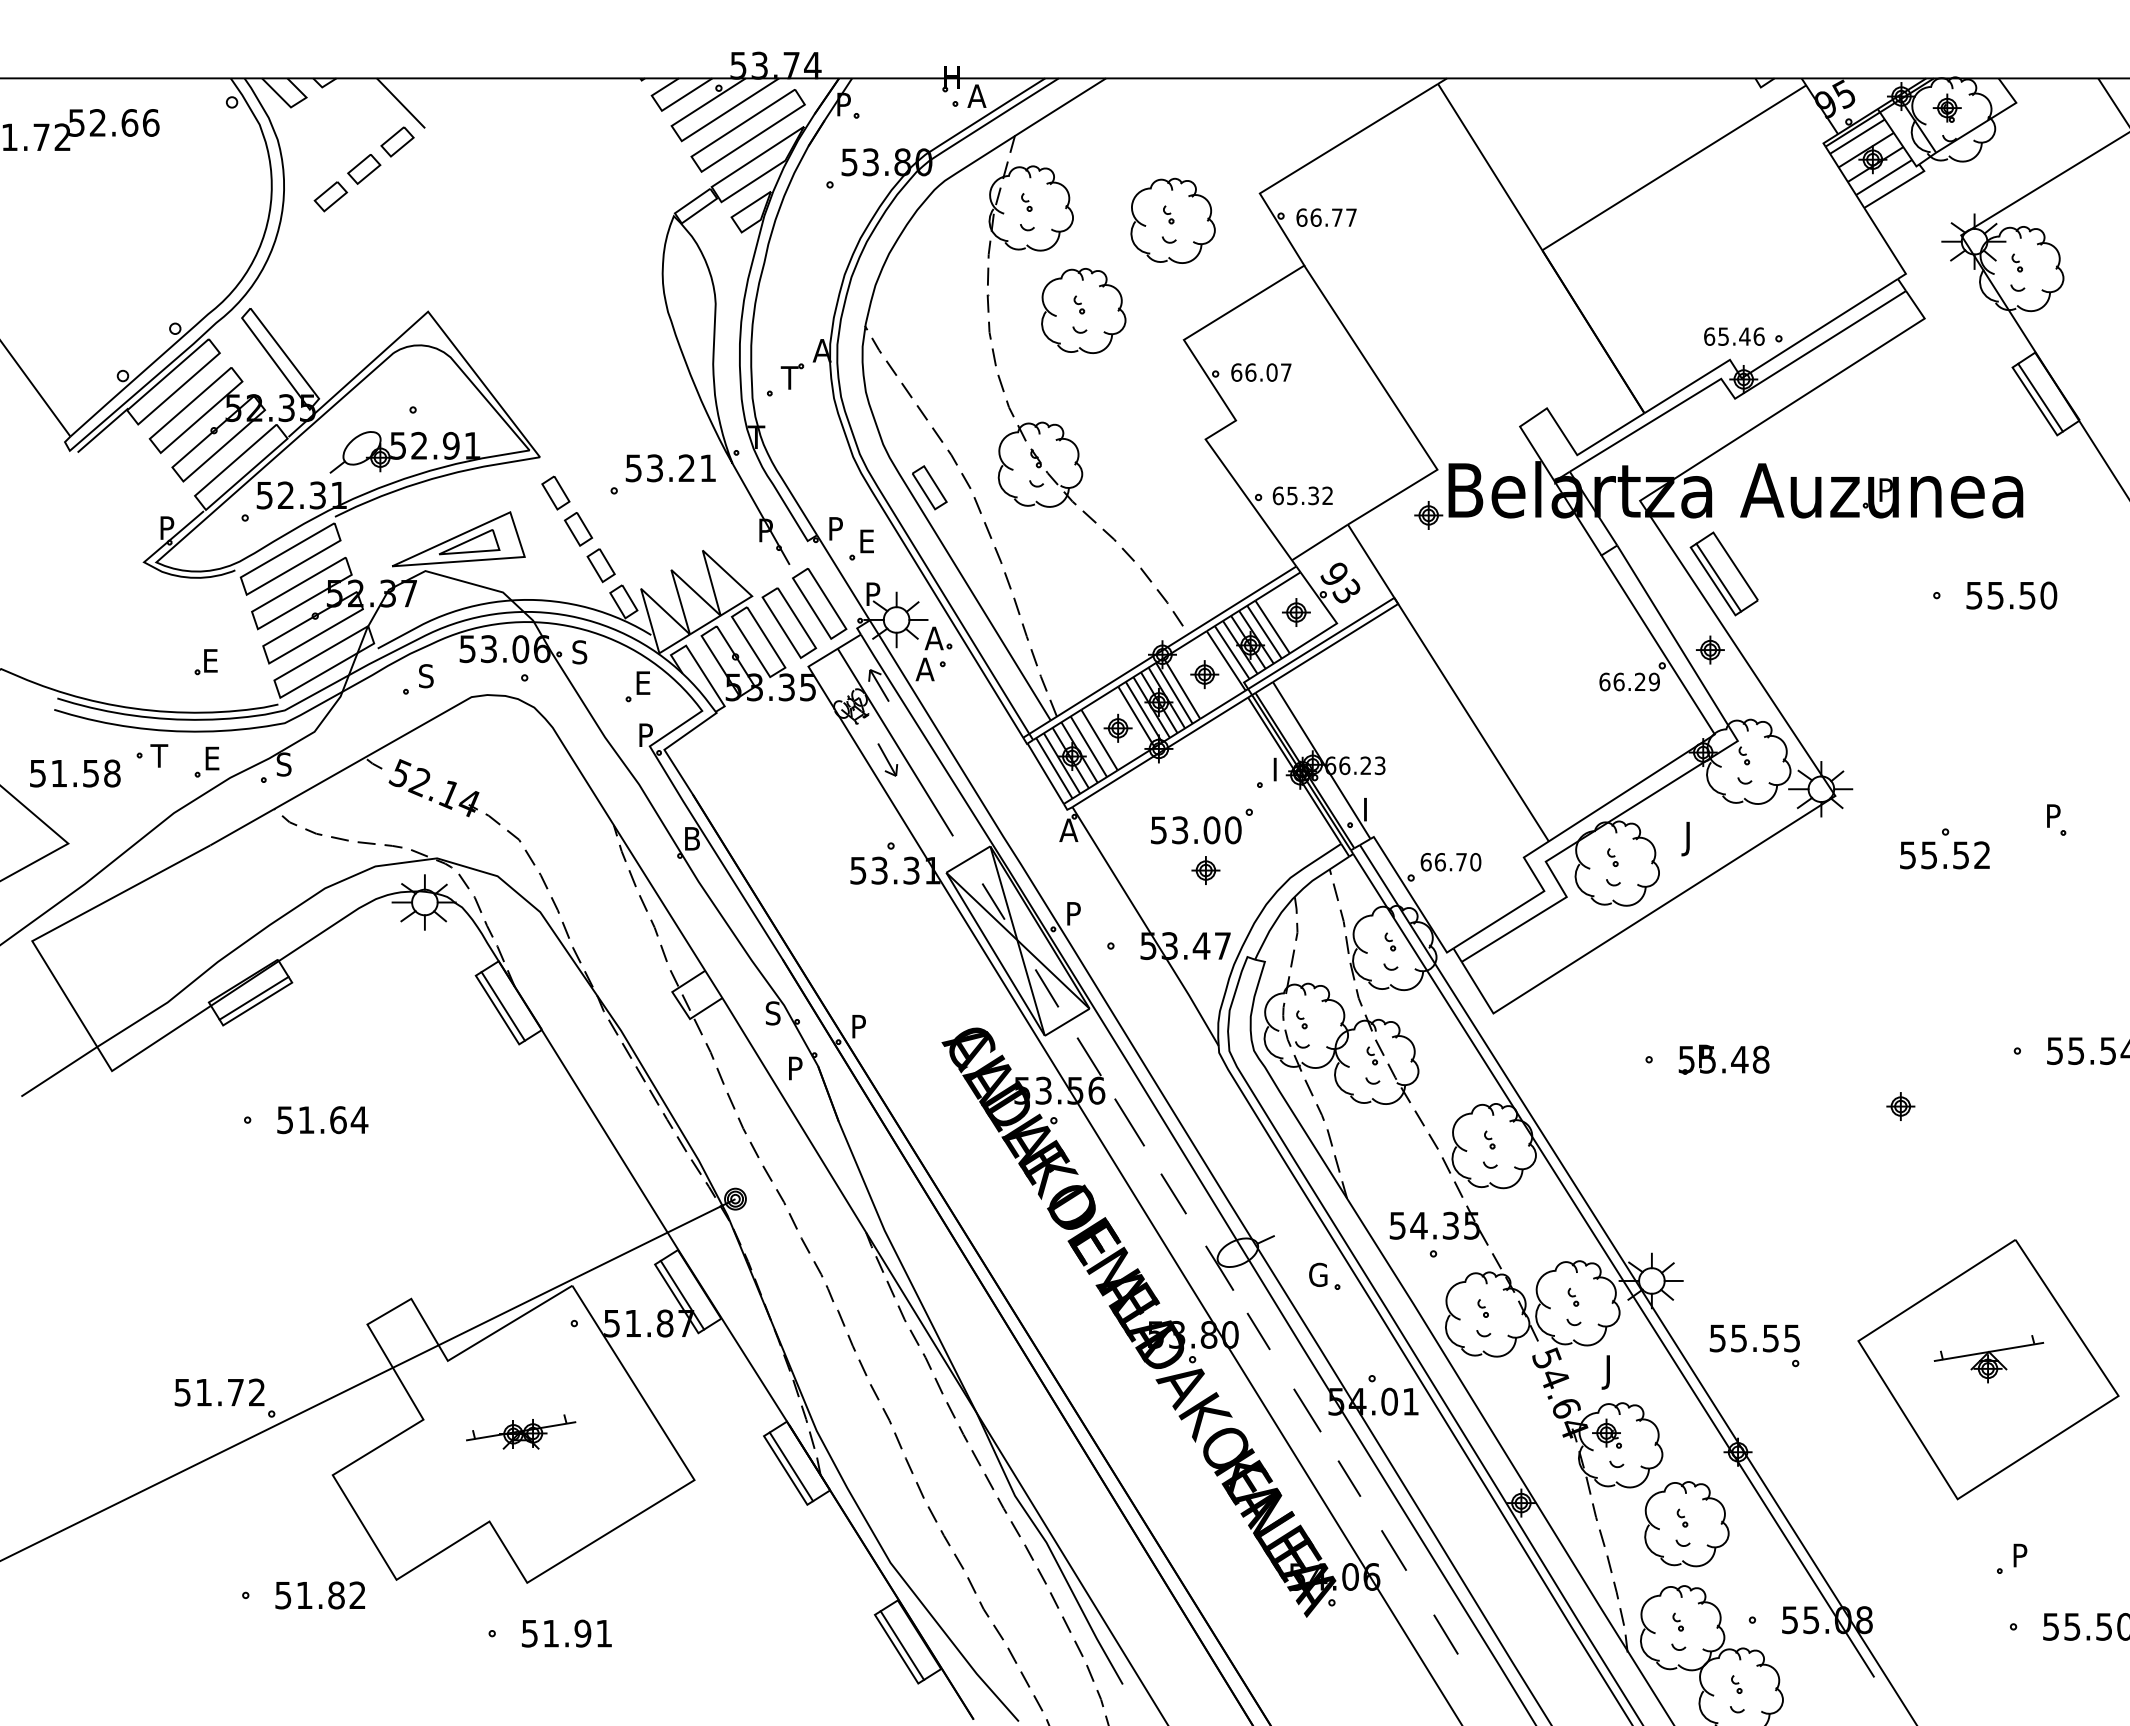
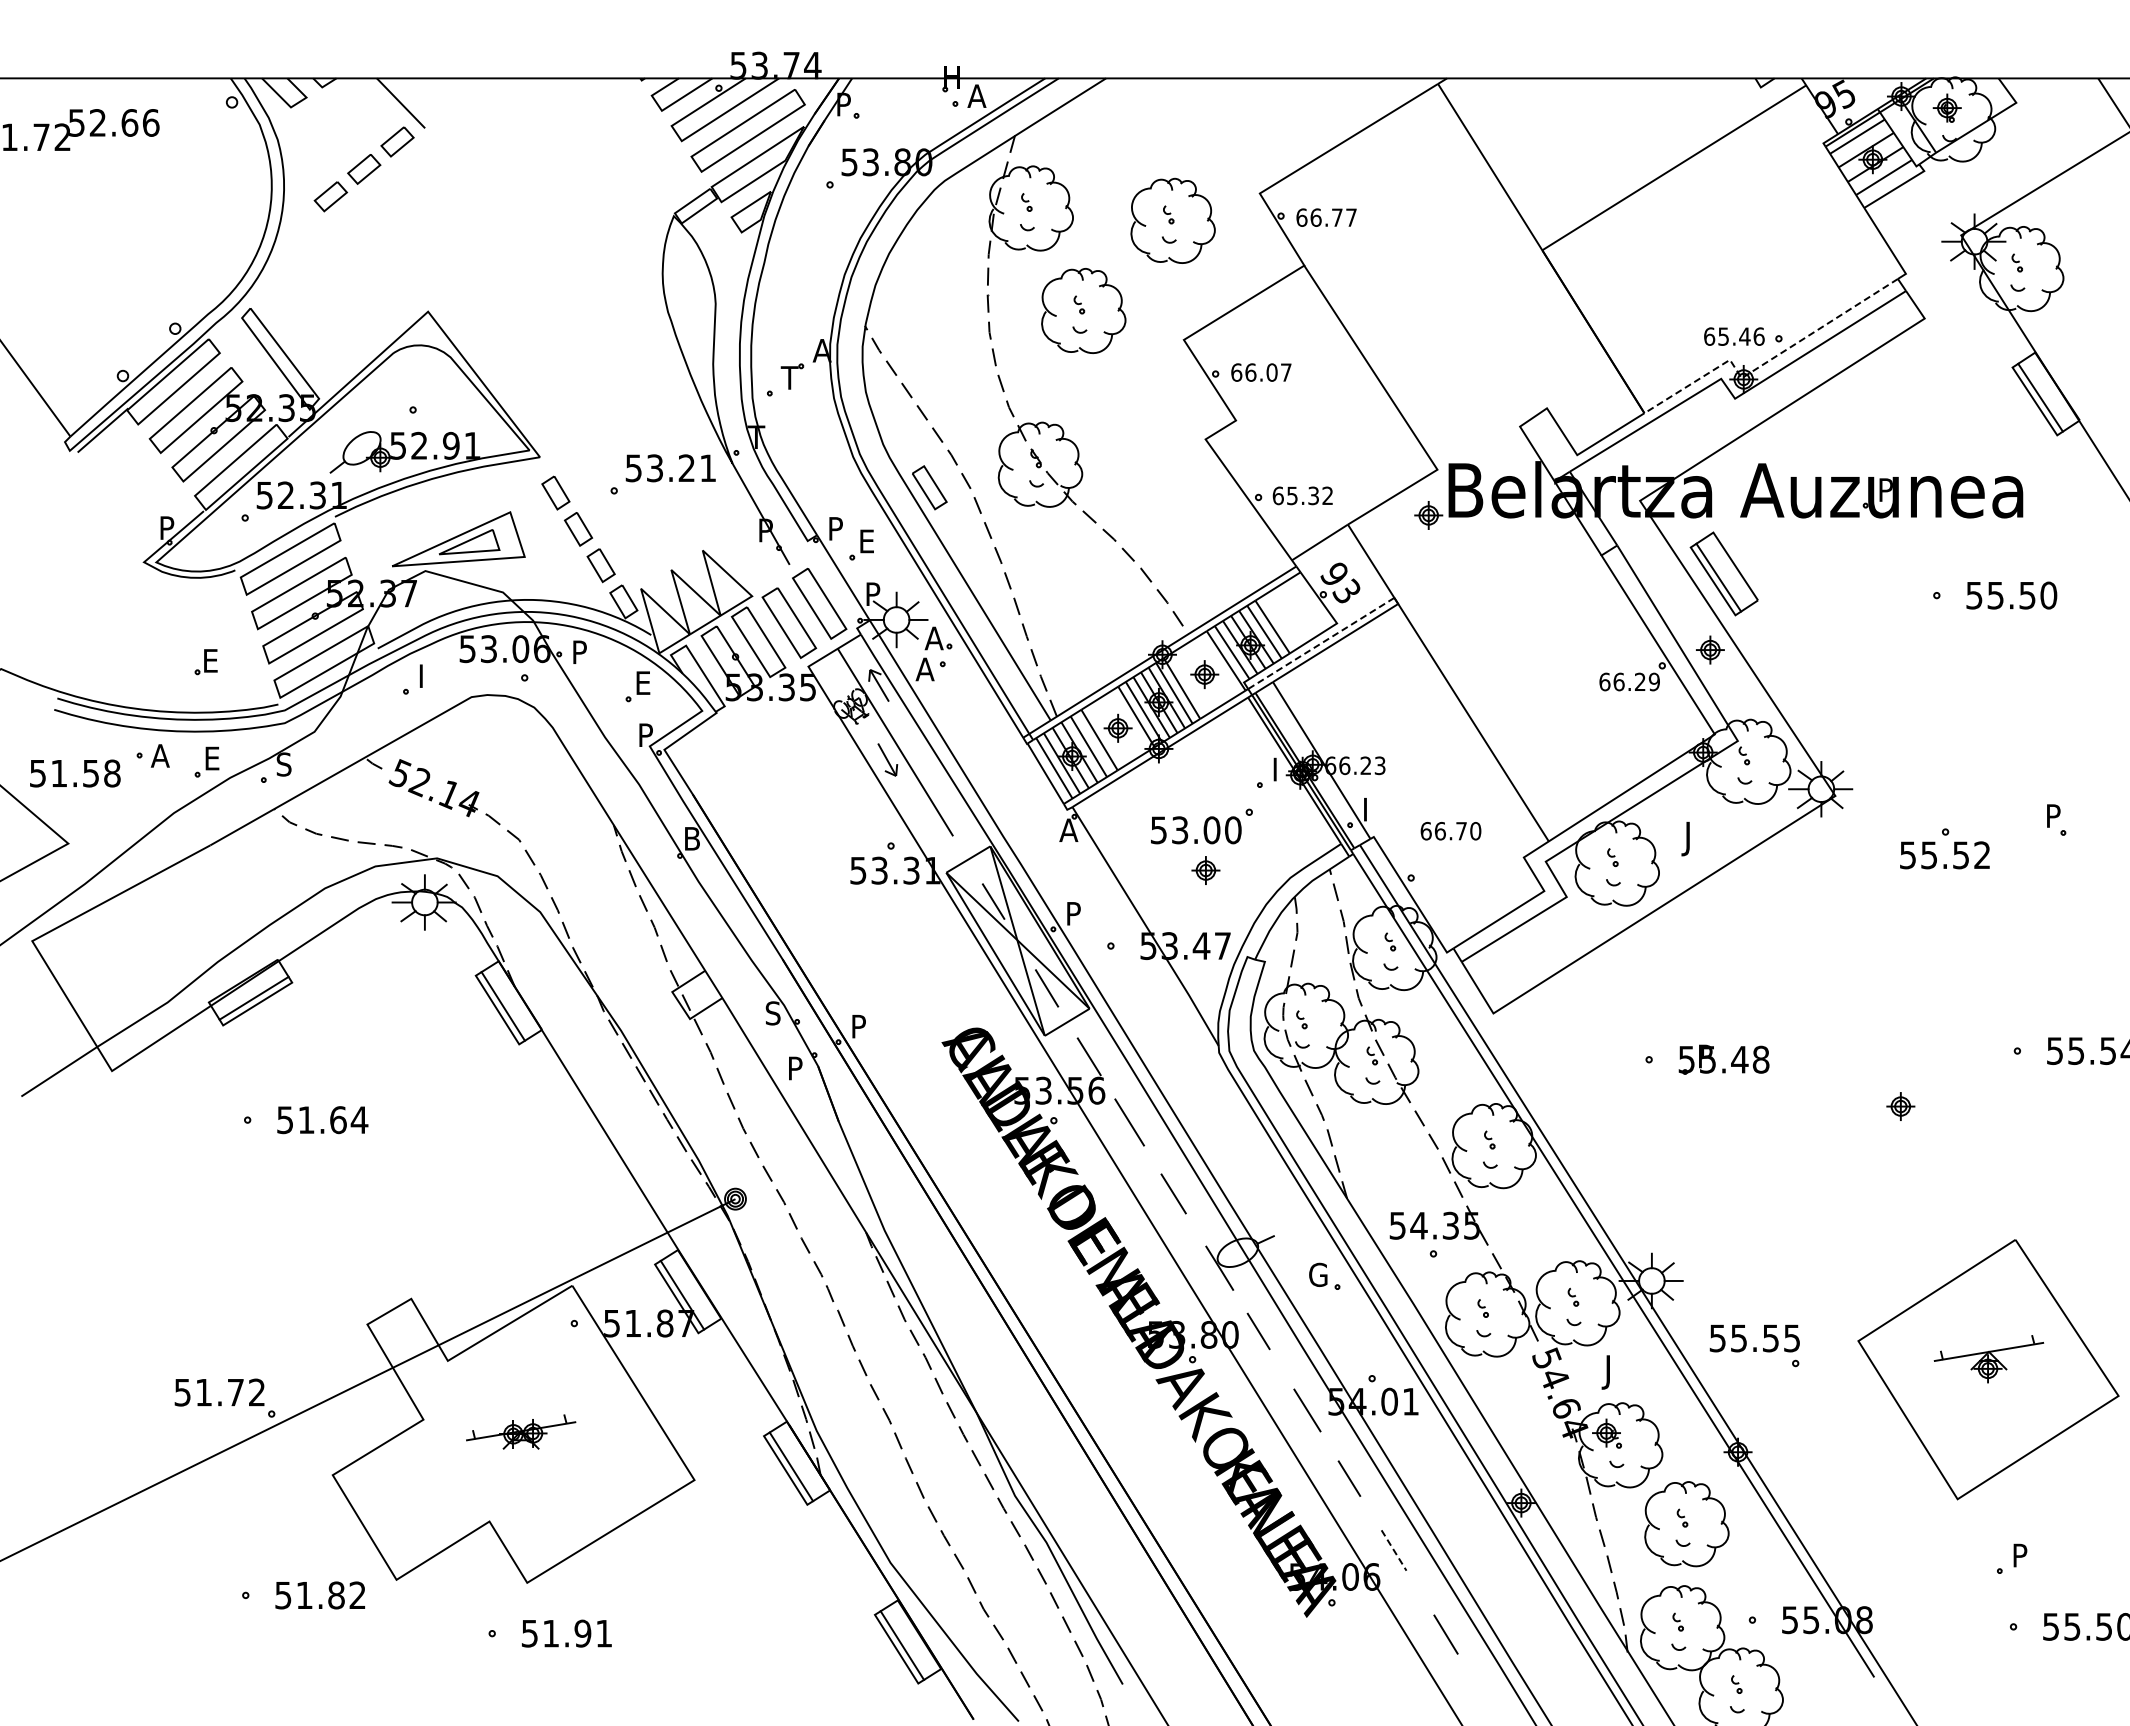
line at (1766, 362): solid -> dashed
part at (1296, 612): present -> none
line at (1320, 643): solid -> dashed
text at (579, 652): S -> P
text at (426, 676): S -> I
text at (159, 755): T -> A
text at (1450, 862) position: (1450, 862) -> (1450, 831)
line at (1394, 1550): solid -> dashed
